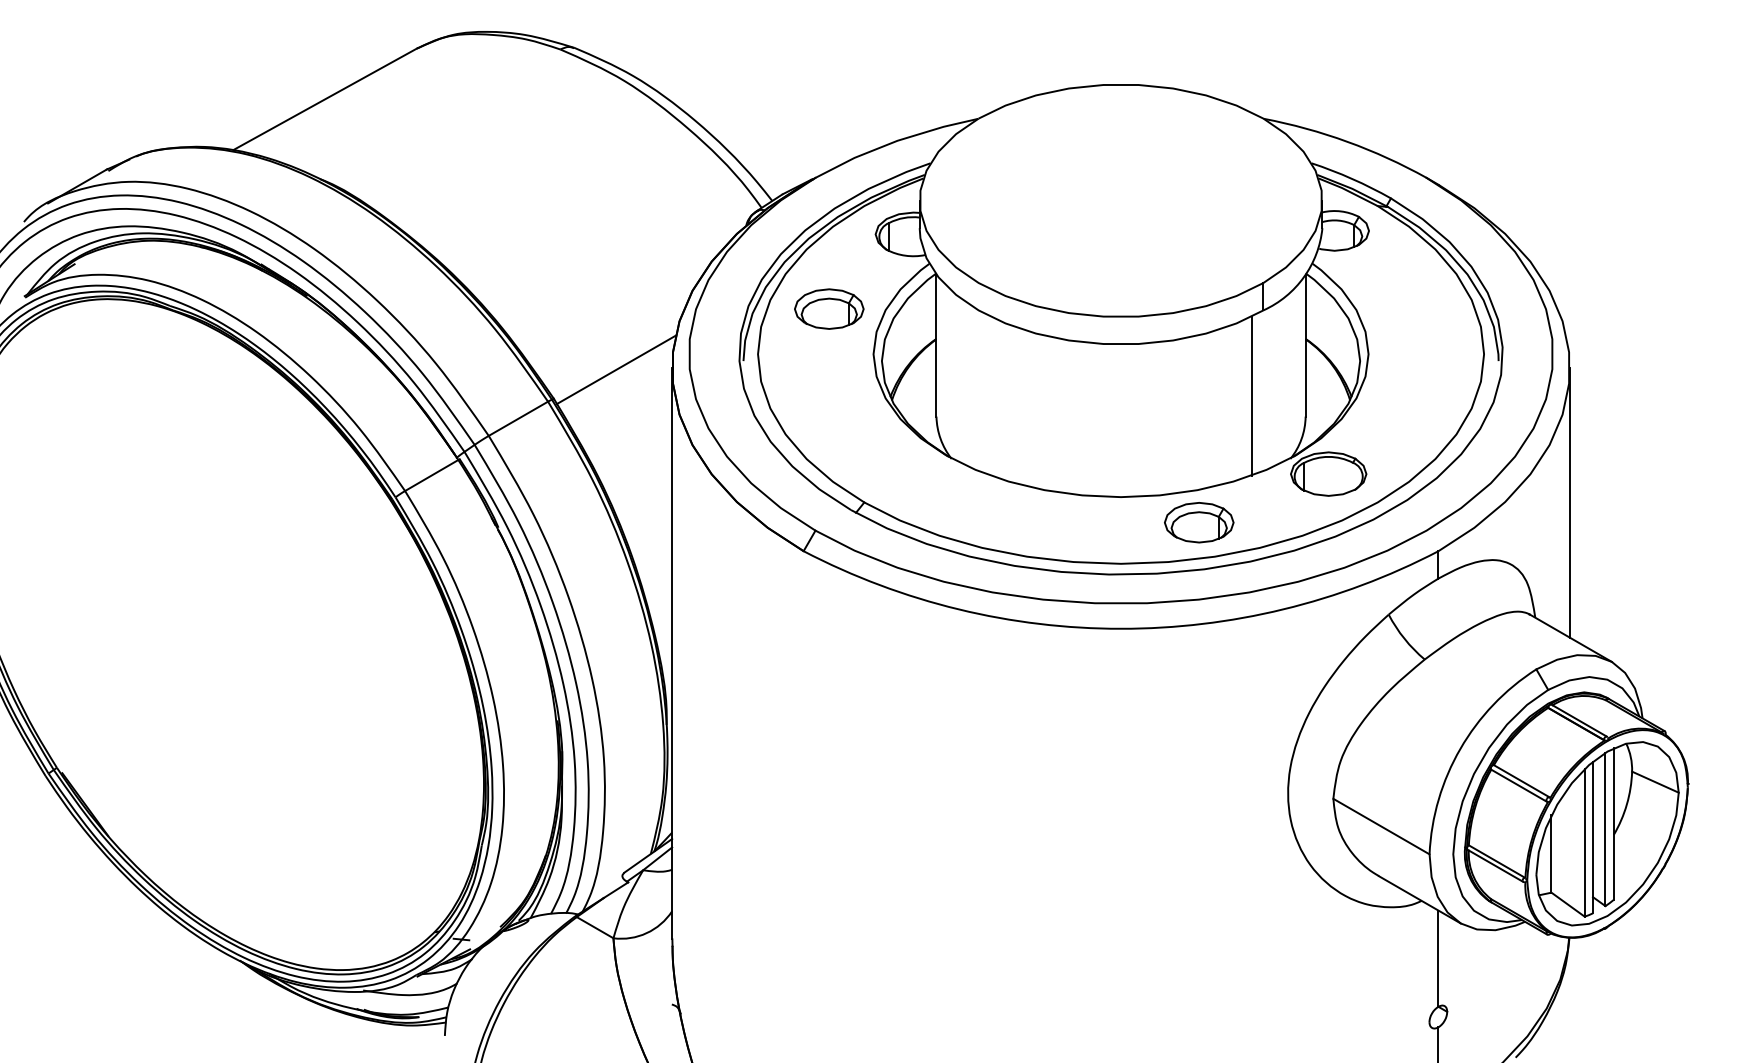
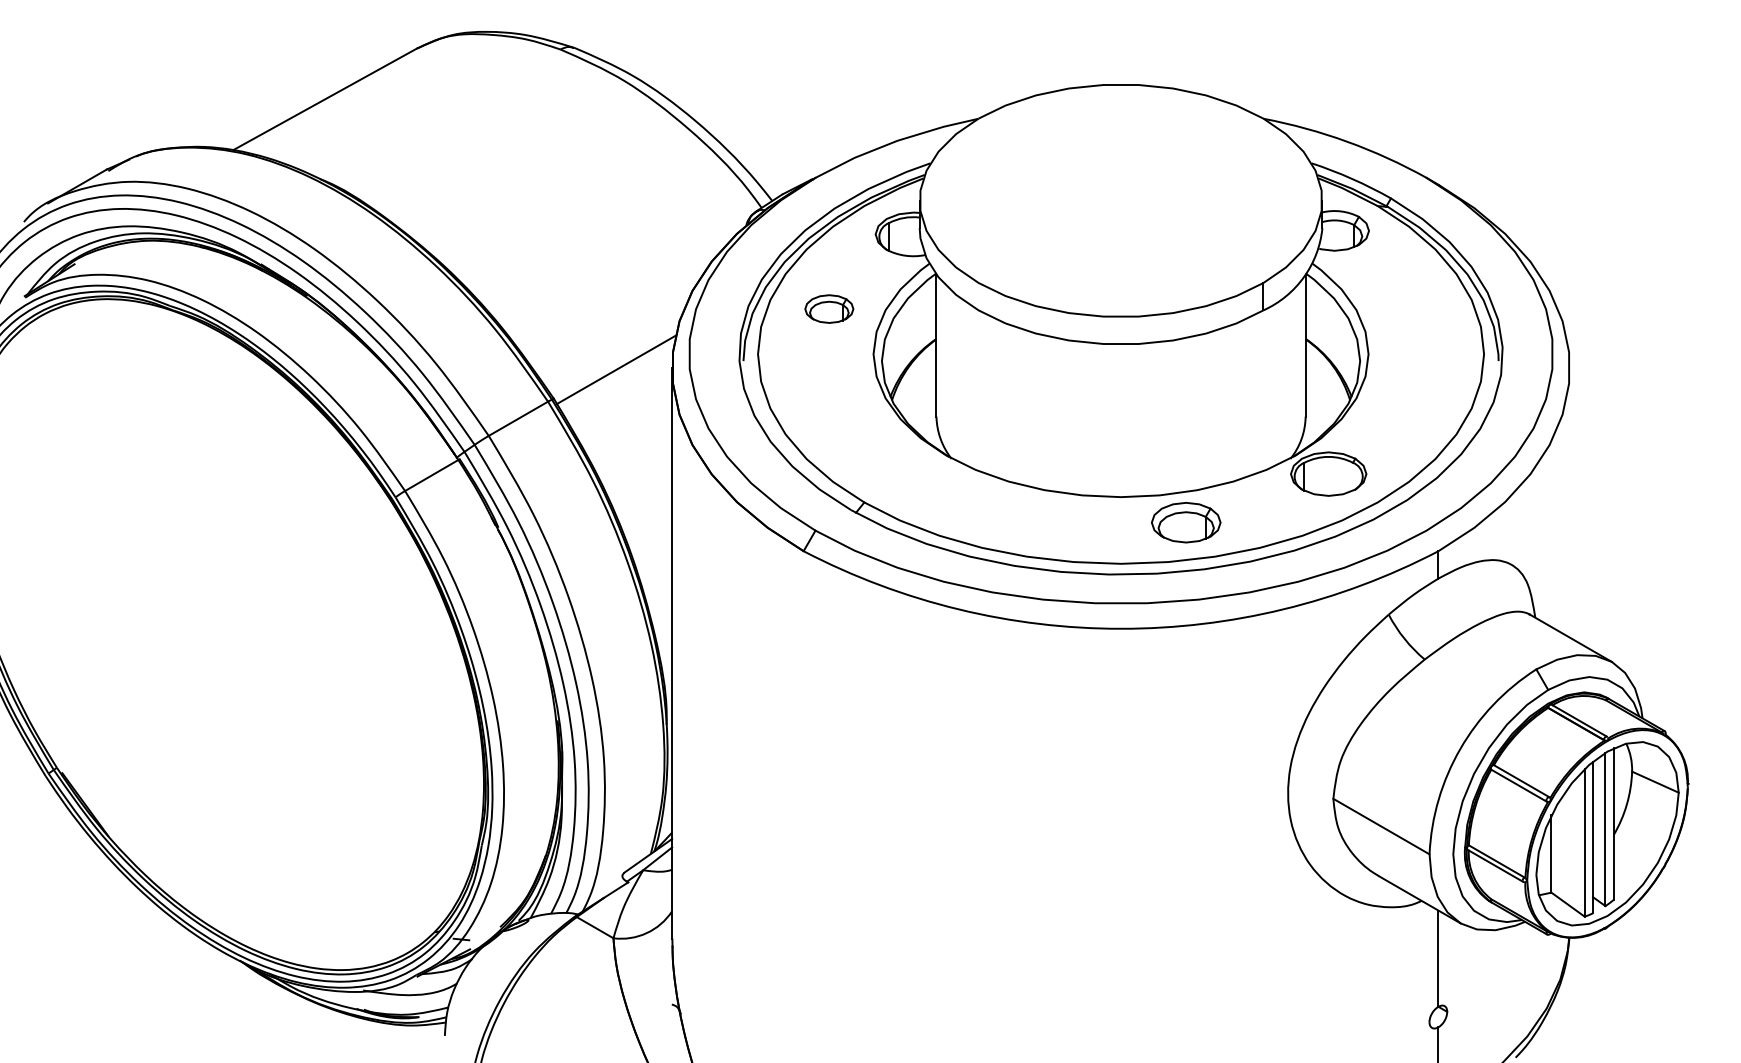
part at (829, 308) size: 71x42 px -> 51x30 px
line at (1251, 395): present -> none
line at (1569, 502): present -> none
part at (1199, 522) position: (1199, 522) -> (1186, 522)
